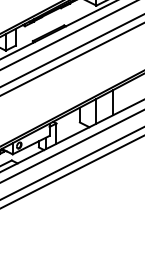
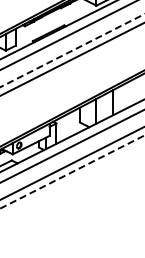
line at (72, 50): solid -> dashed
line at (72, 171): solid -> dashed
